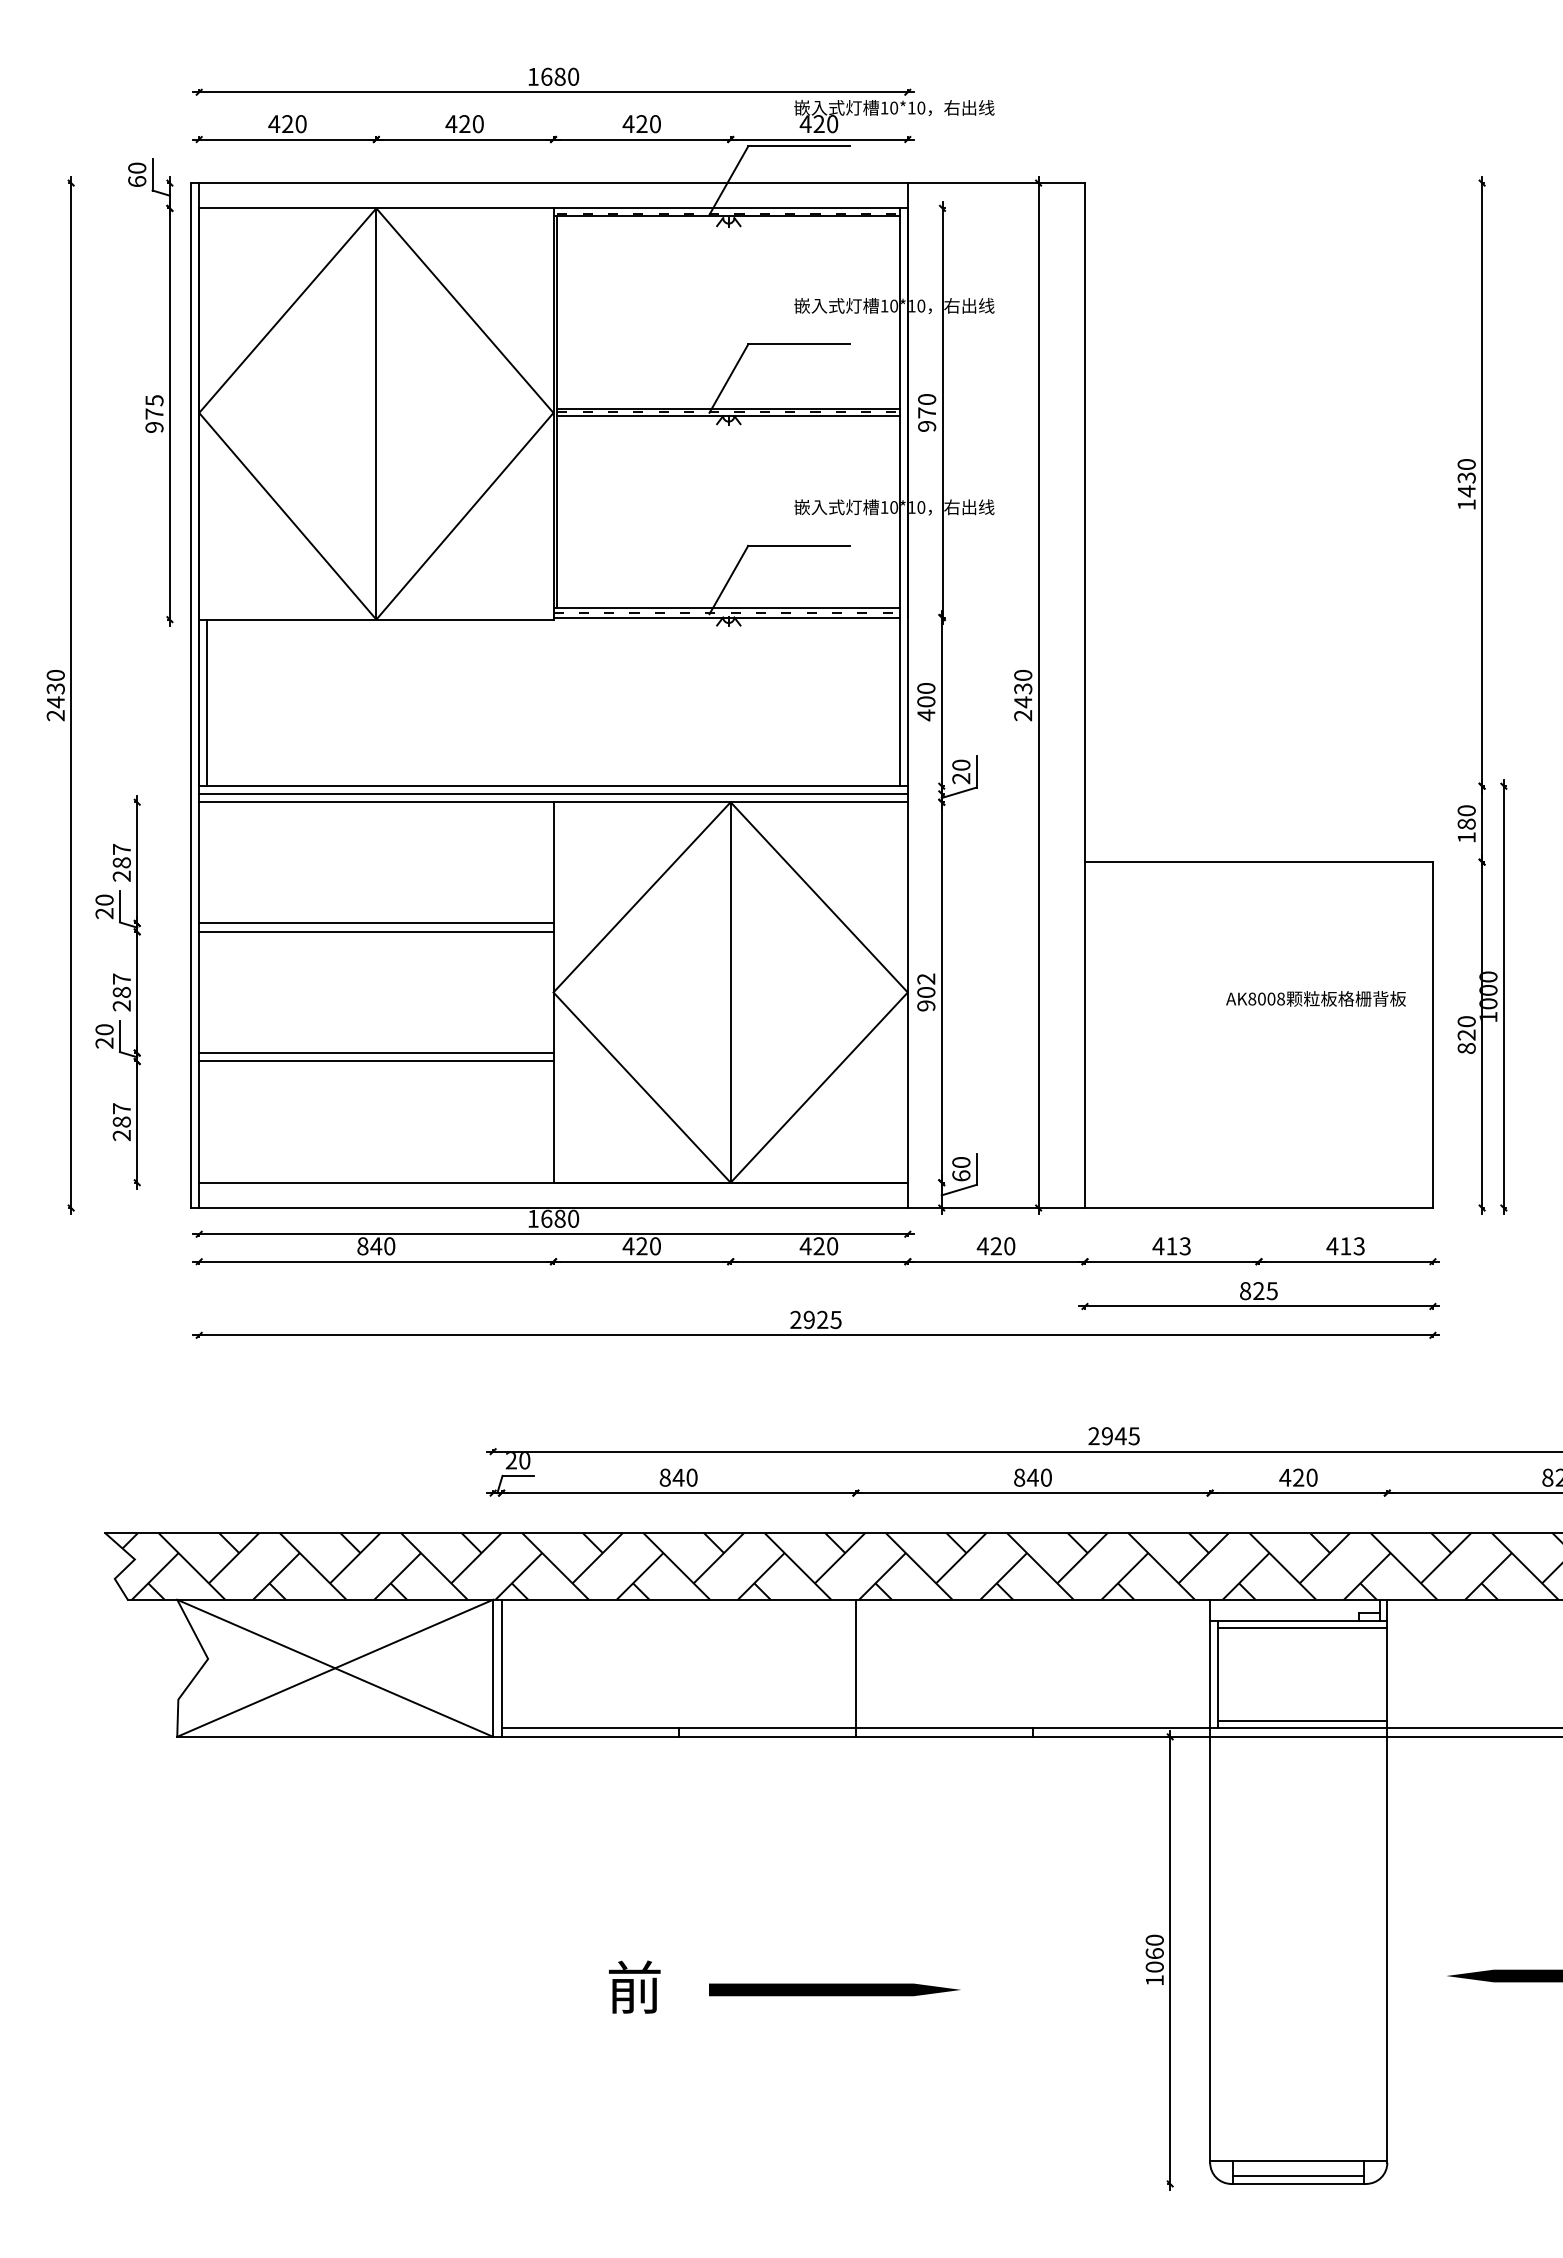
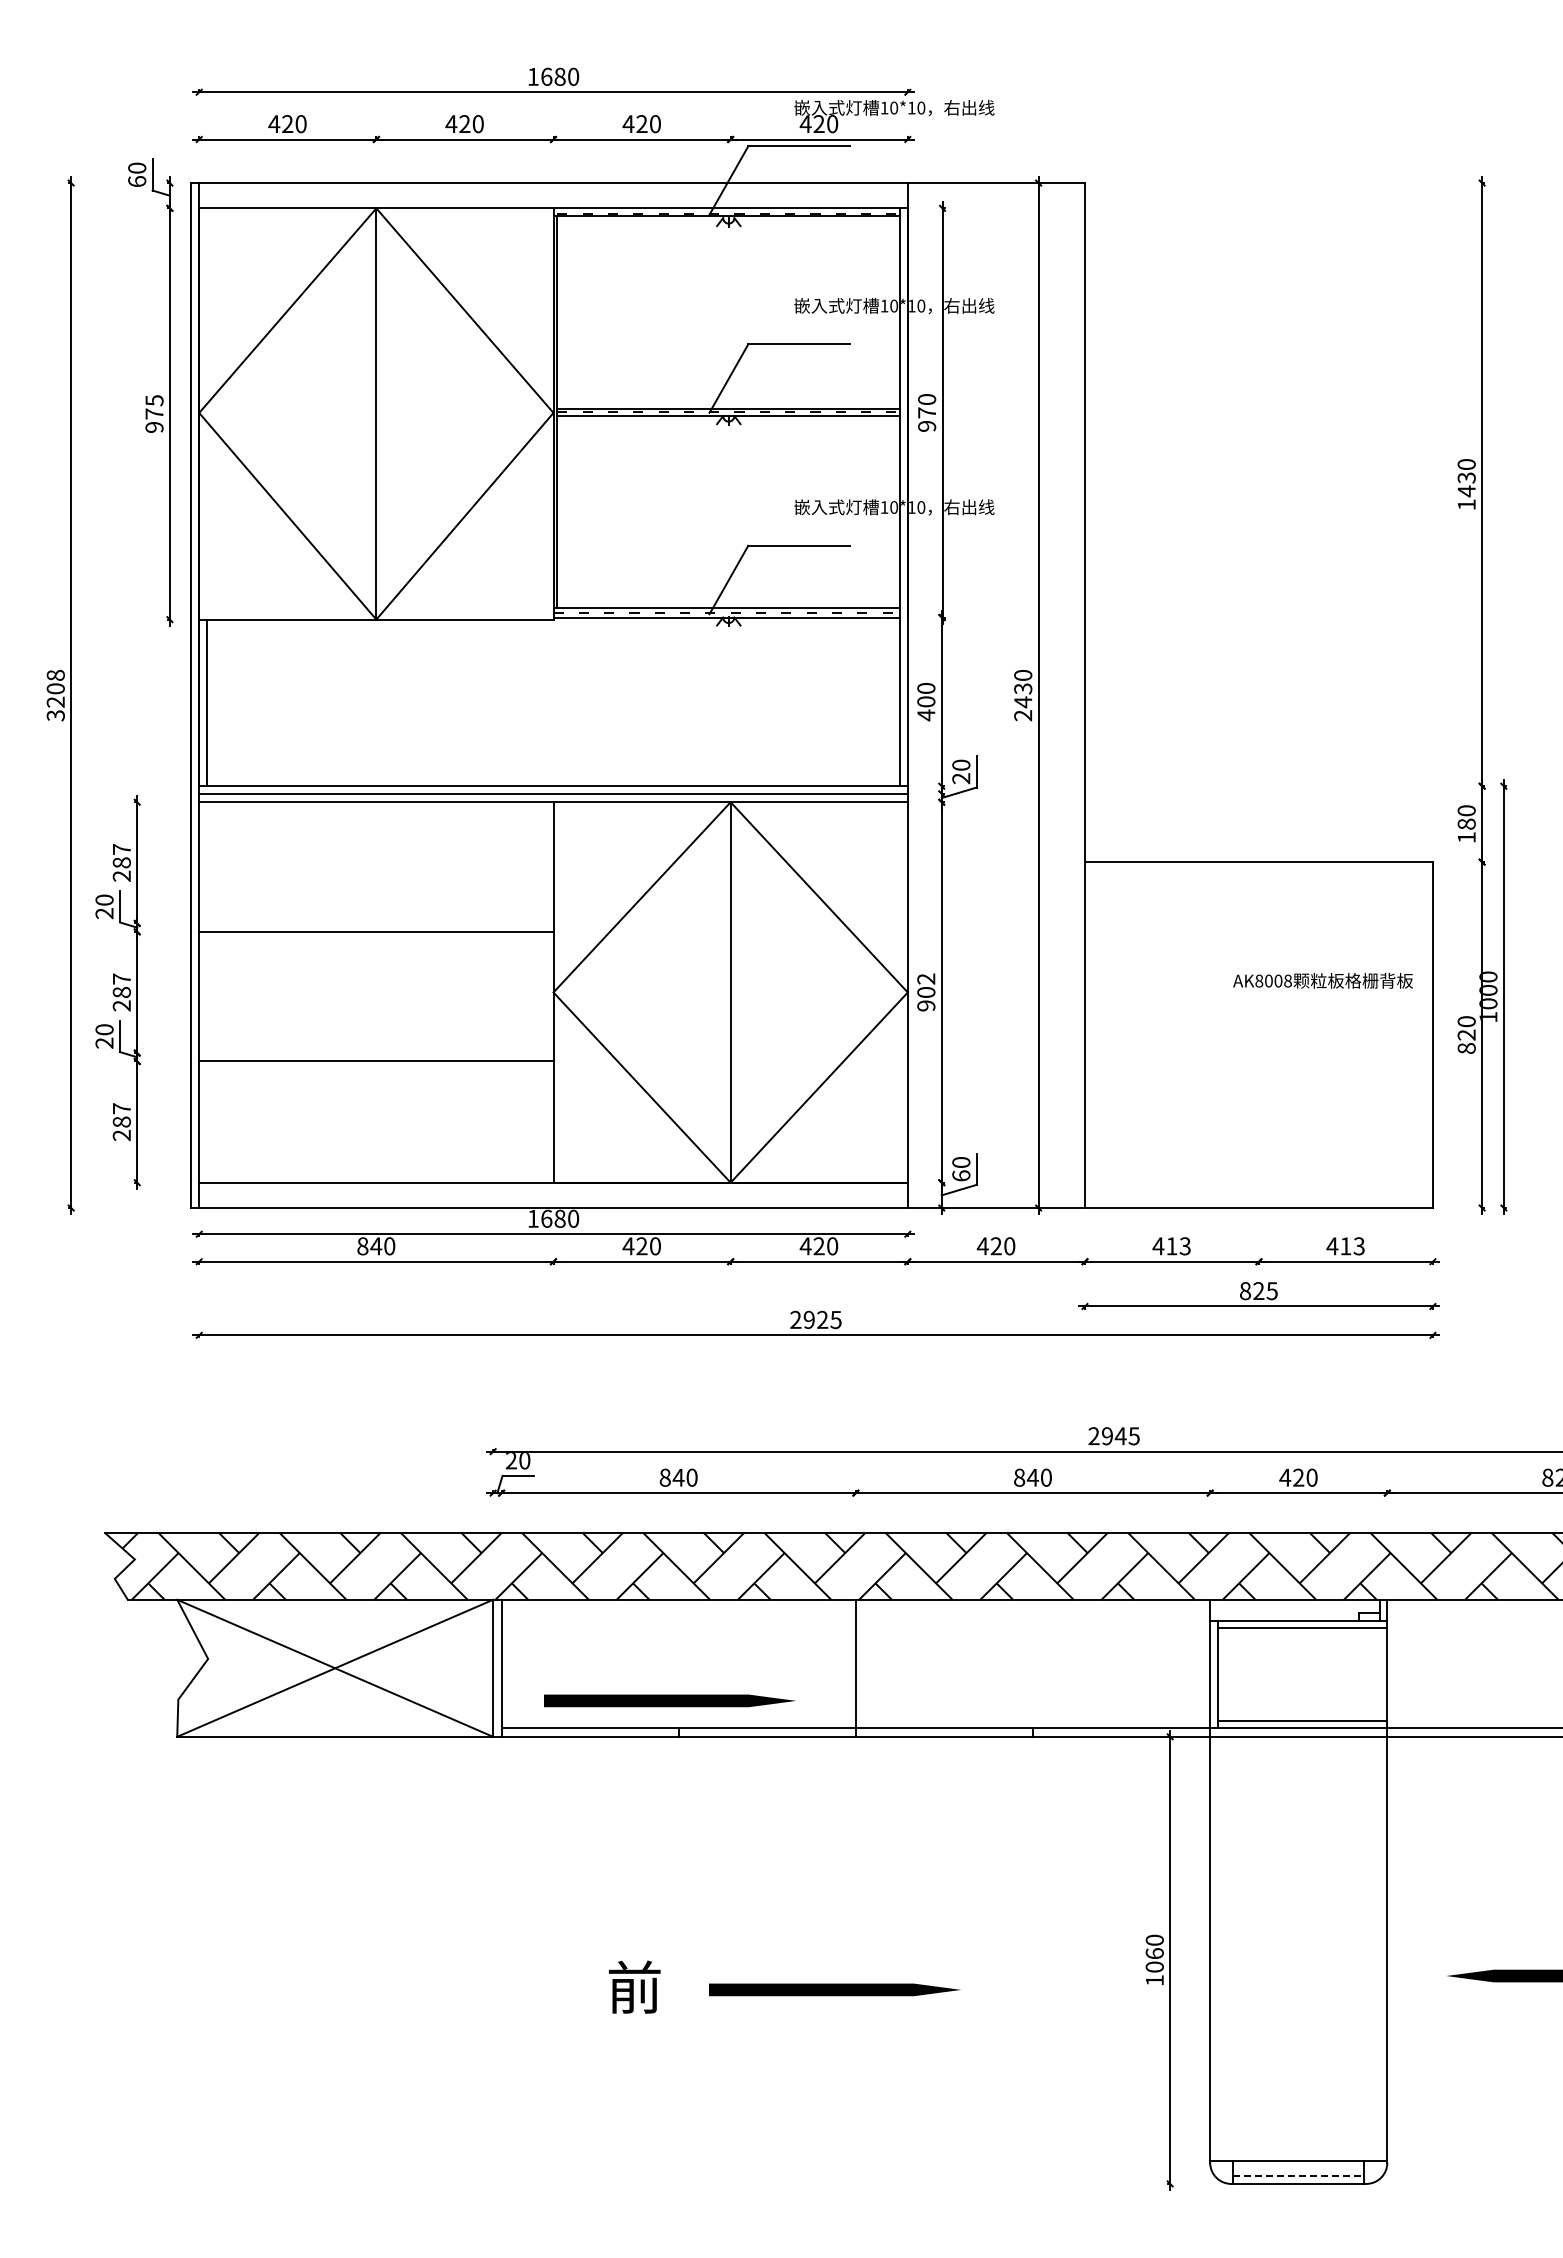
text at (55, 695): 2430 -> 3208
line at (376, 923): present -> none
text at (1315, 998) position: (1315, 998) -> (1322, 980)
line at (376, 1053): present -> none
line at (669, 1700): none -> present
line at (1299, 2176): solid -> dashed
